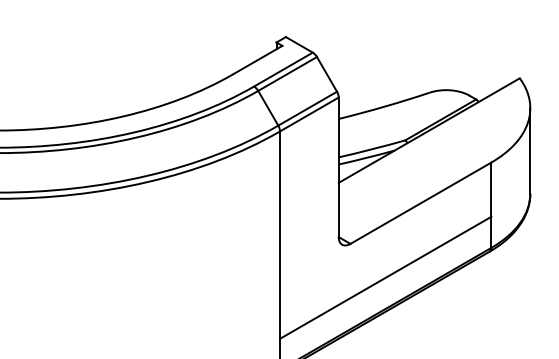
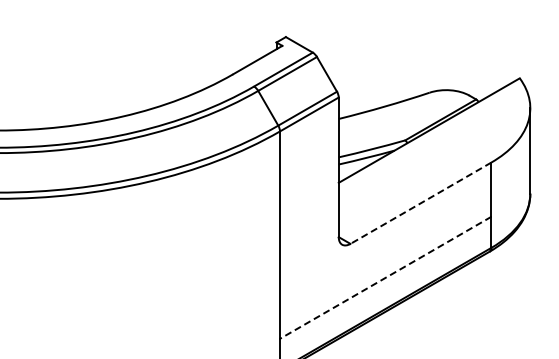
line at (420, 203): solid -> dashed
line at (385, 278): solid -> dashed
